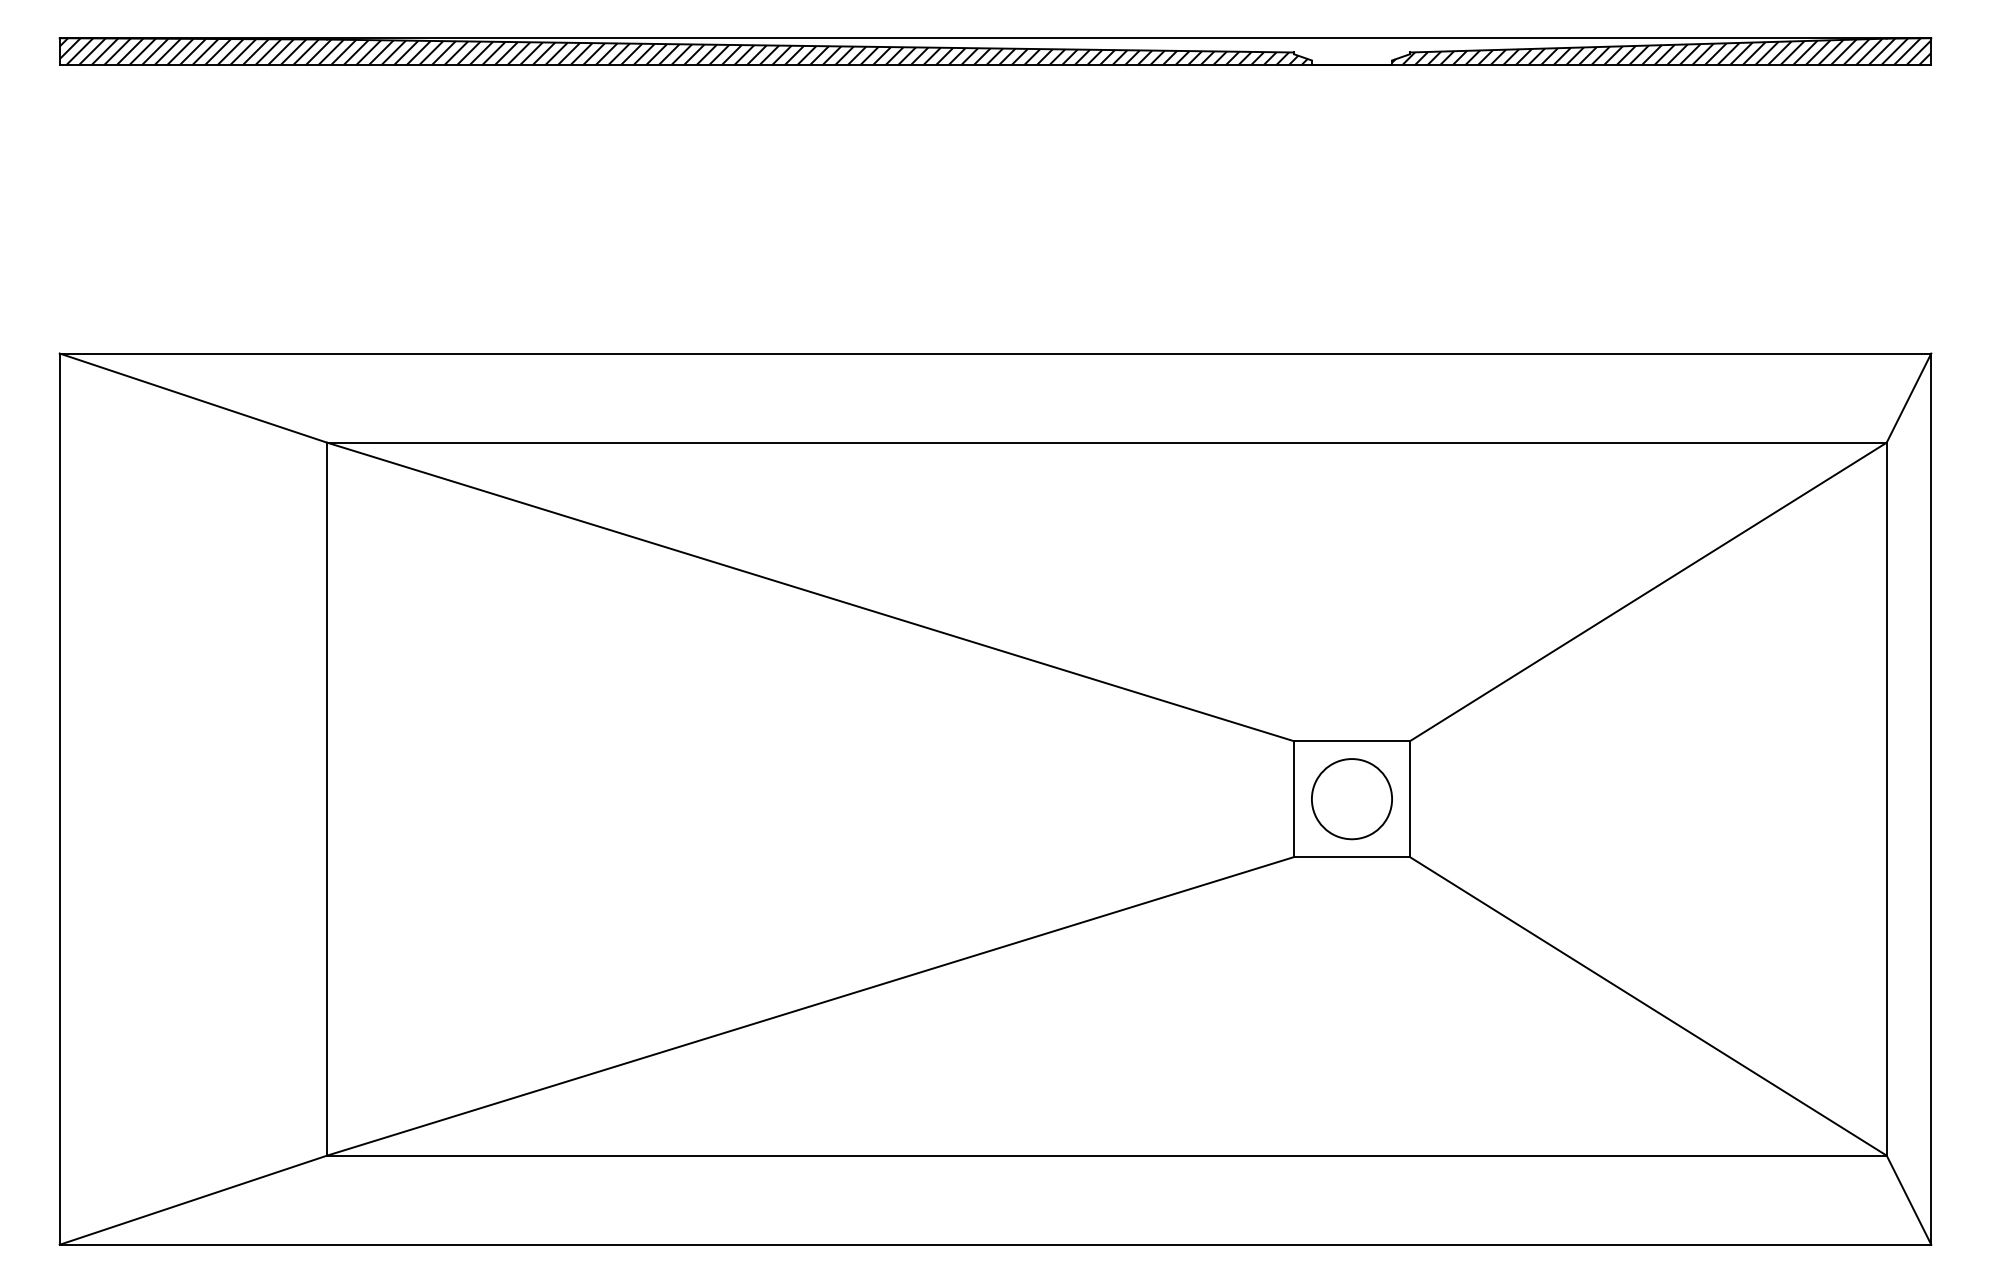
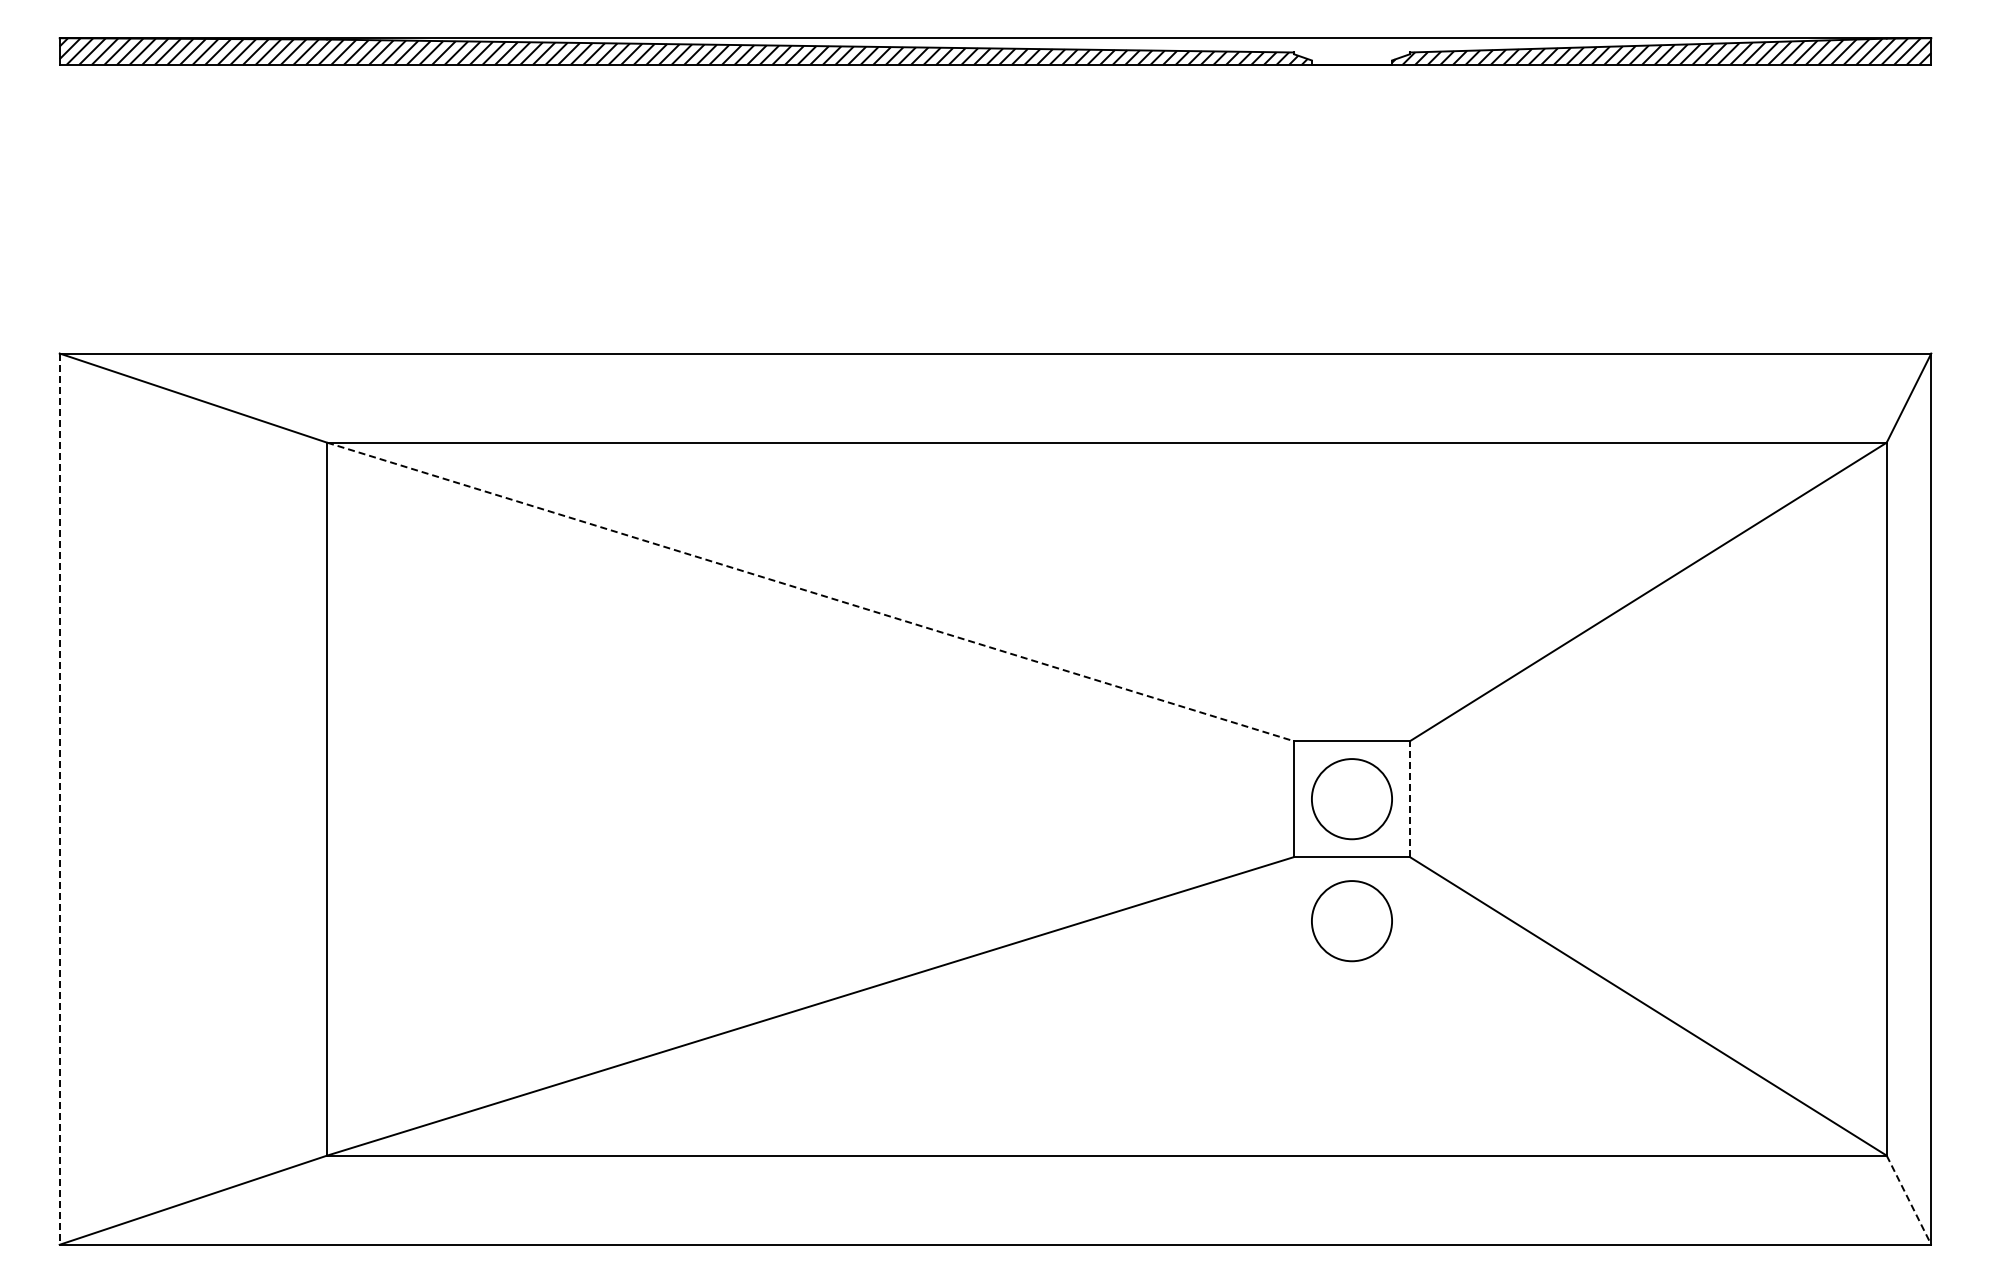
line at (811, 592): solid -> dashed
line at (59, 799): solid -> dashed
line at (1409, 799): solid -> dashed
circle at (1351, 921): none -> present
line at (1909, 1200): solid -> dashed
